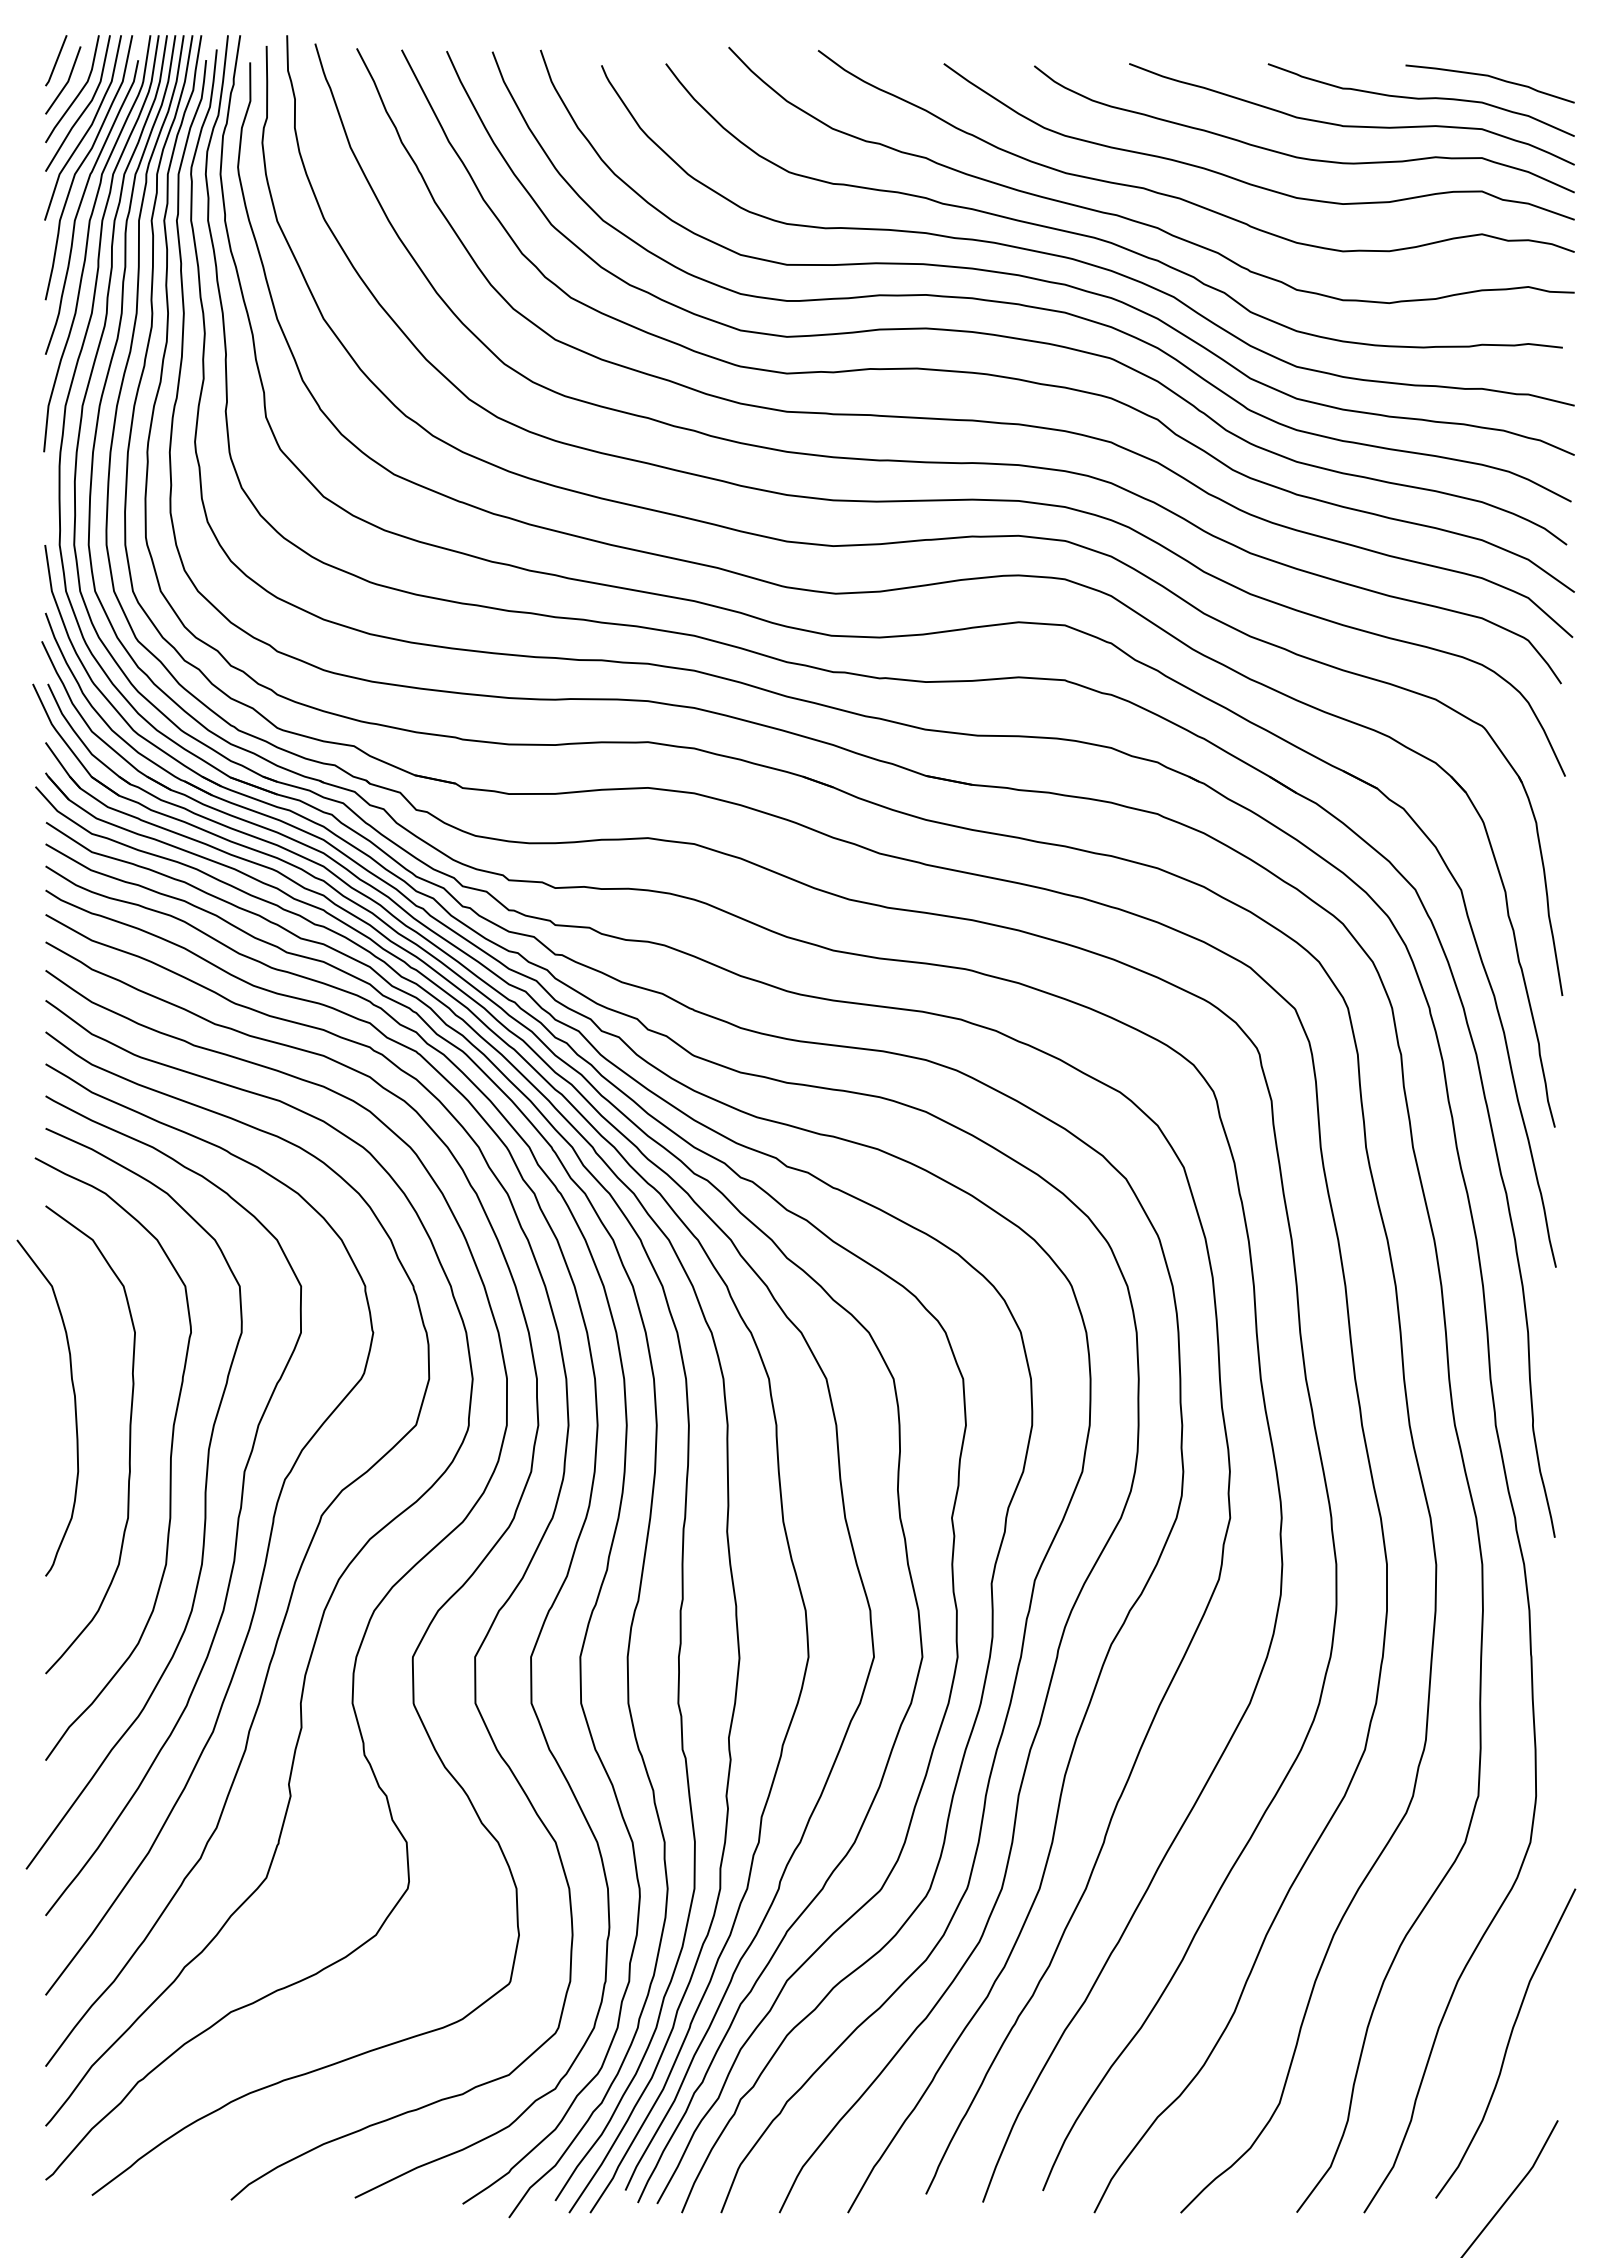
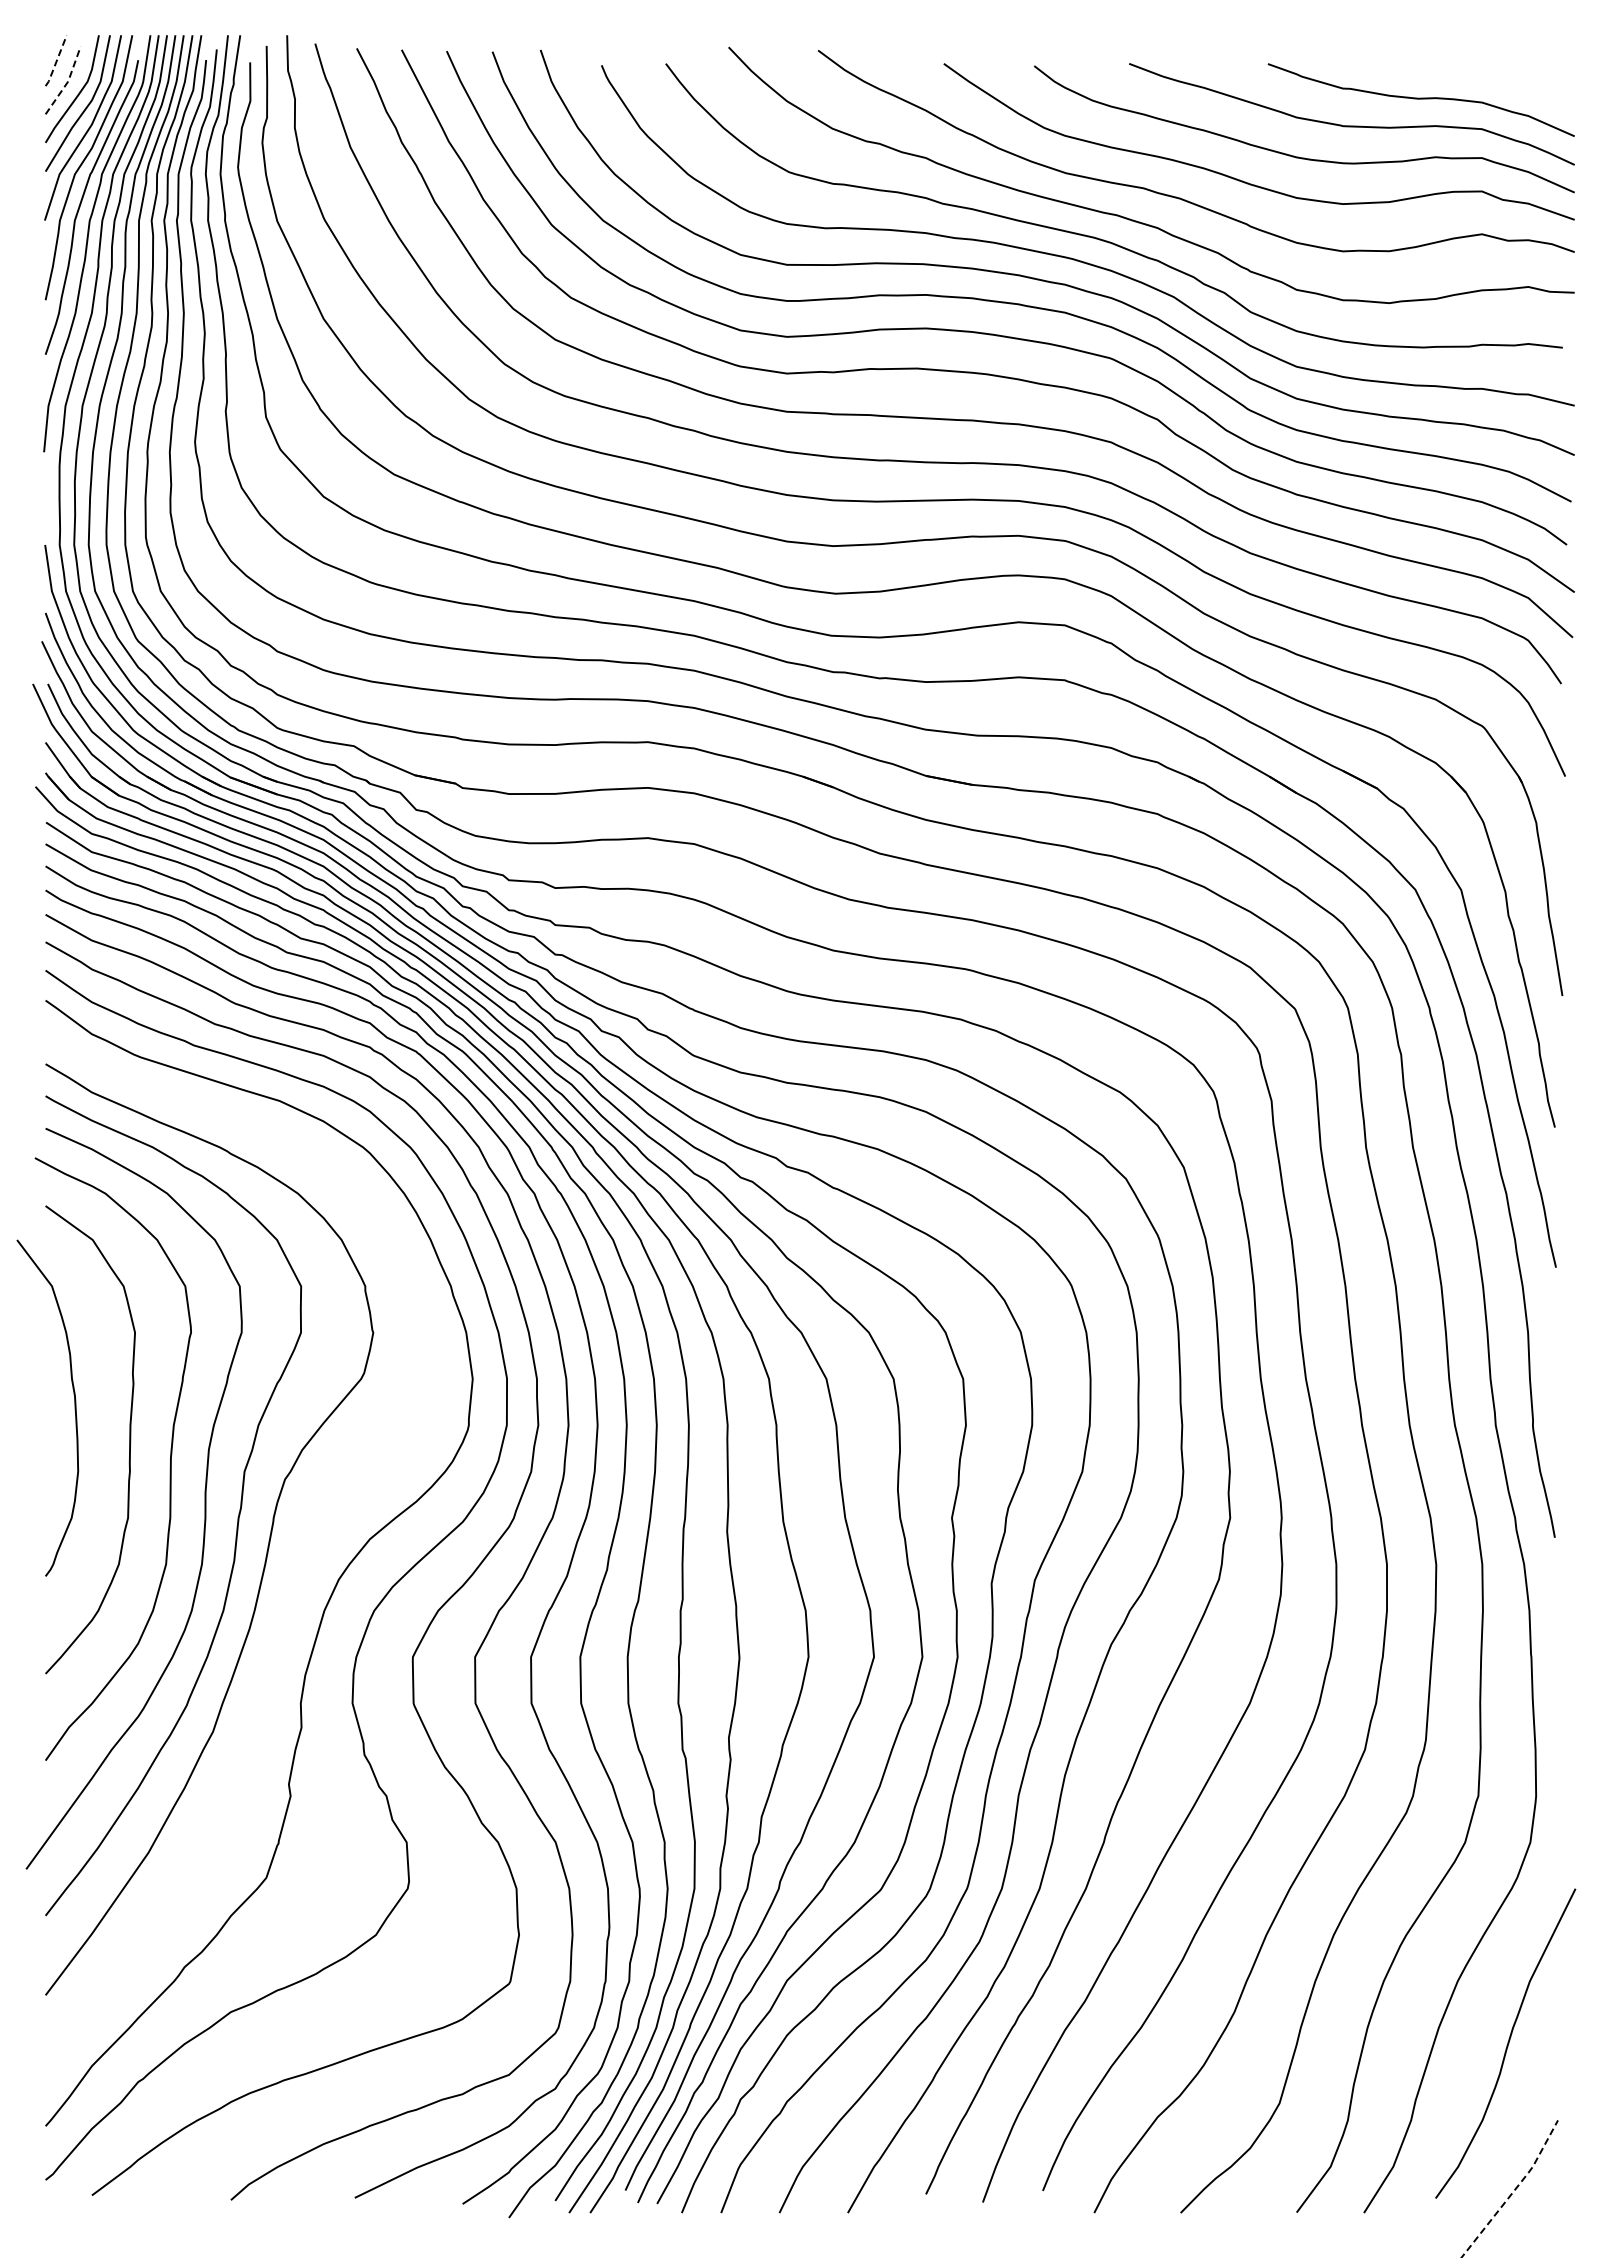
line at (56, 61): solid -> dashed
curve at (1489, 77): present -> none
line at (68, 81): solid -> dashed
curve at (297, 1572): present -> none
line at (1514, 2190): solid -> dashed
